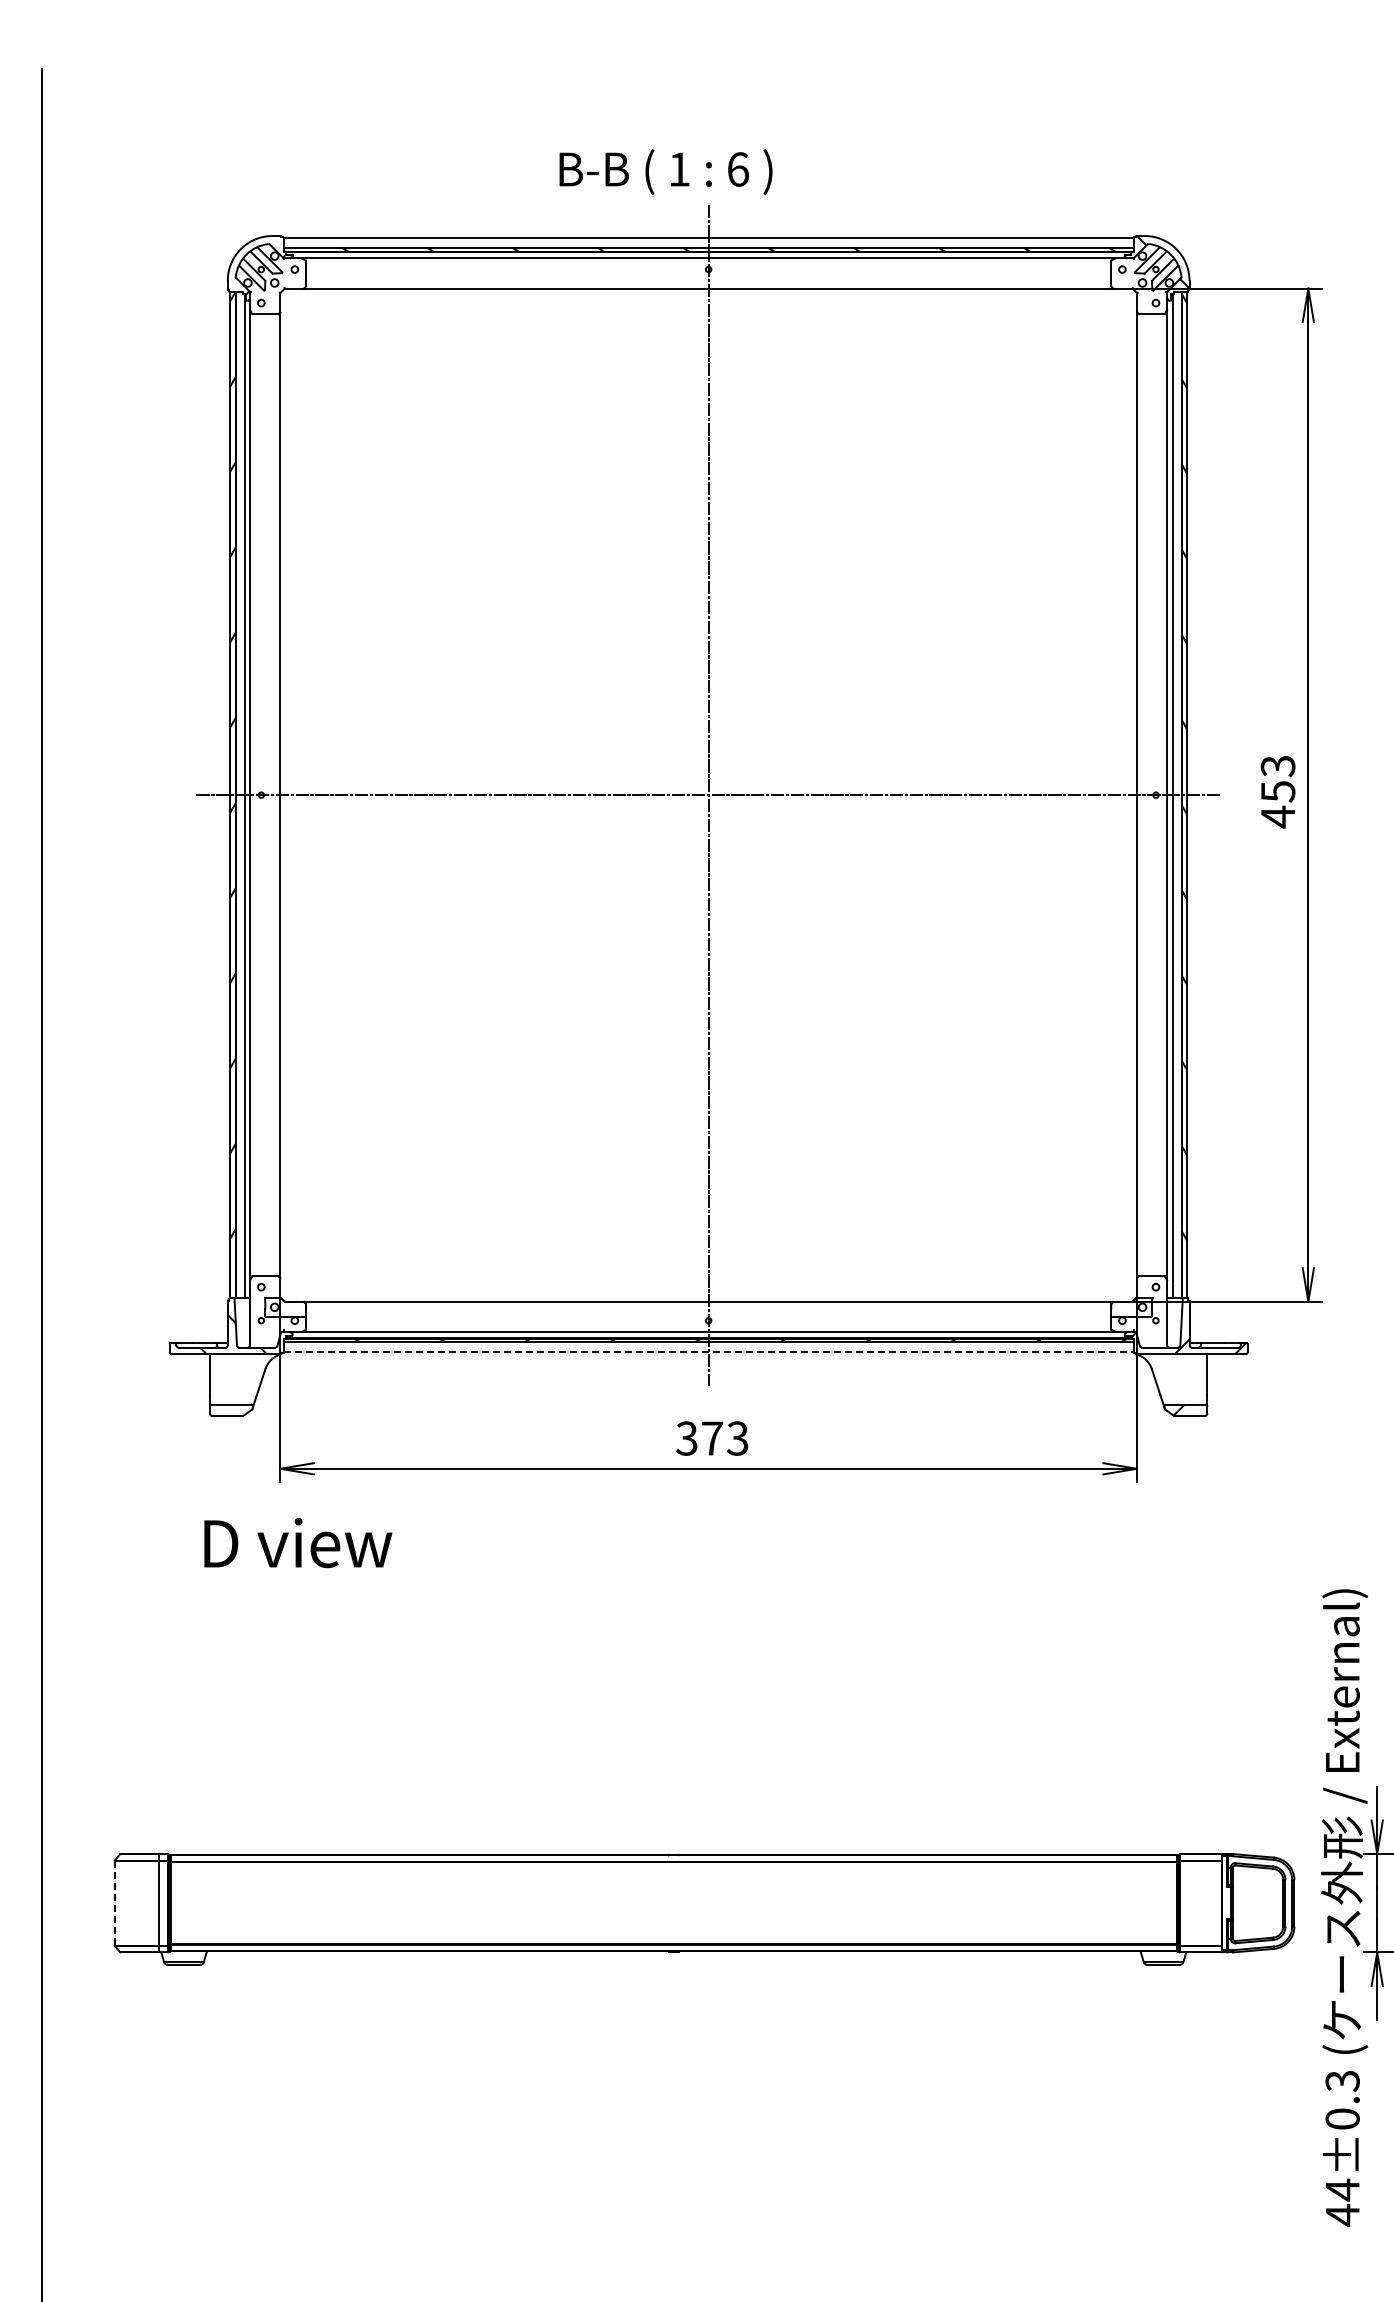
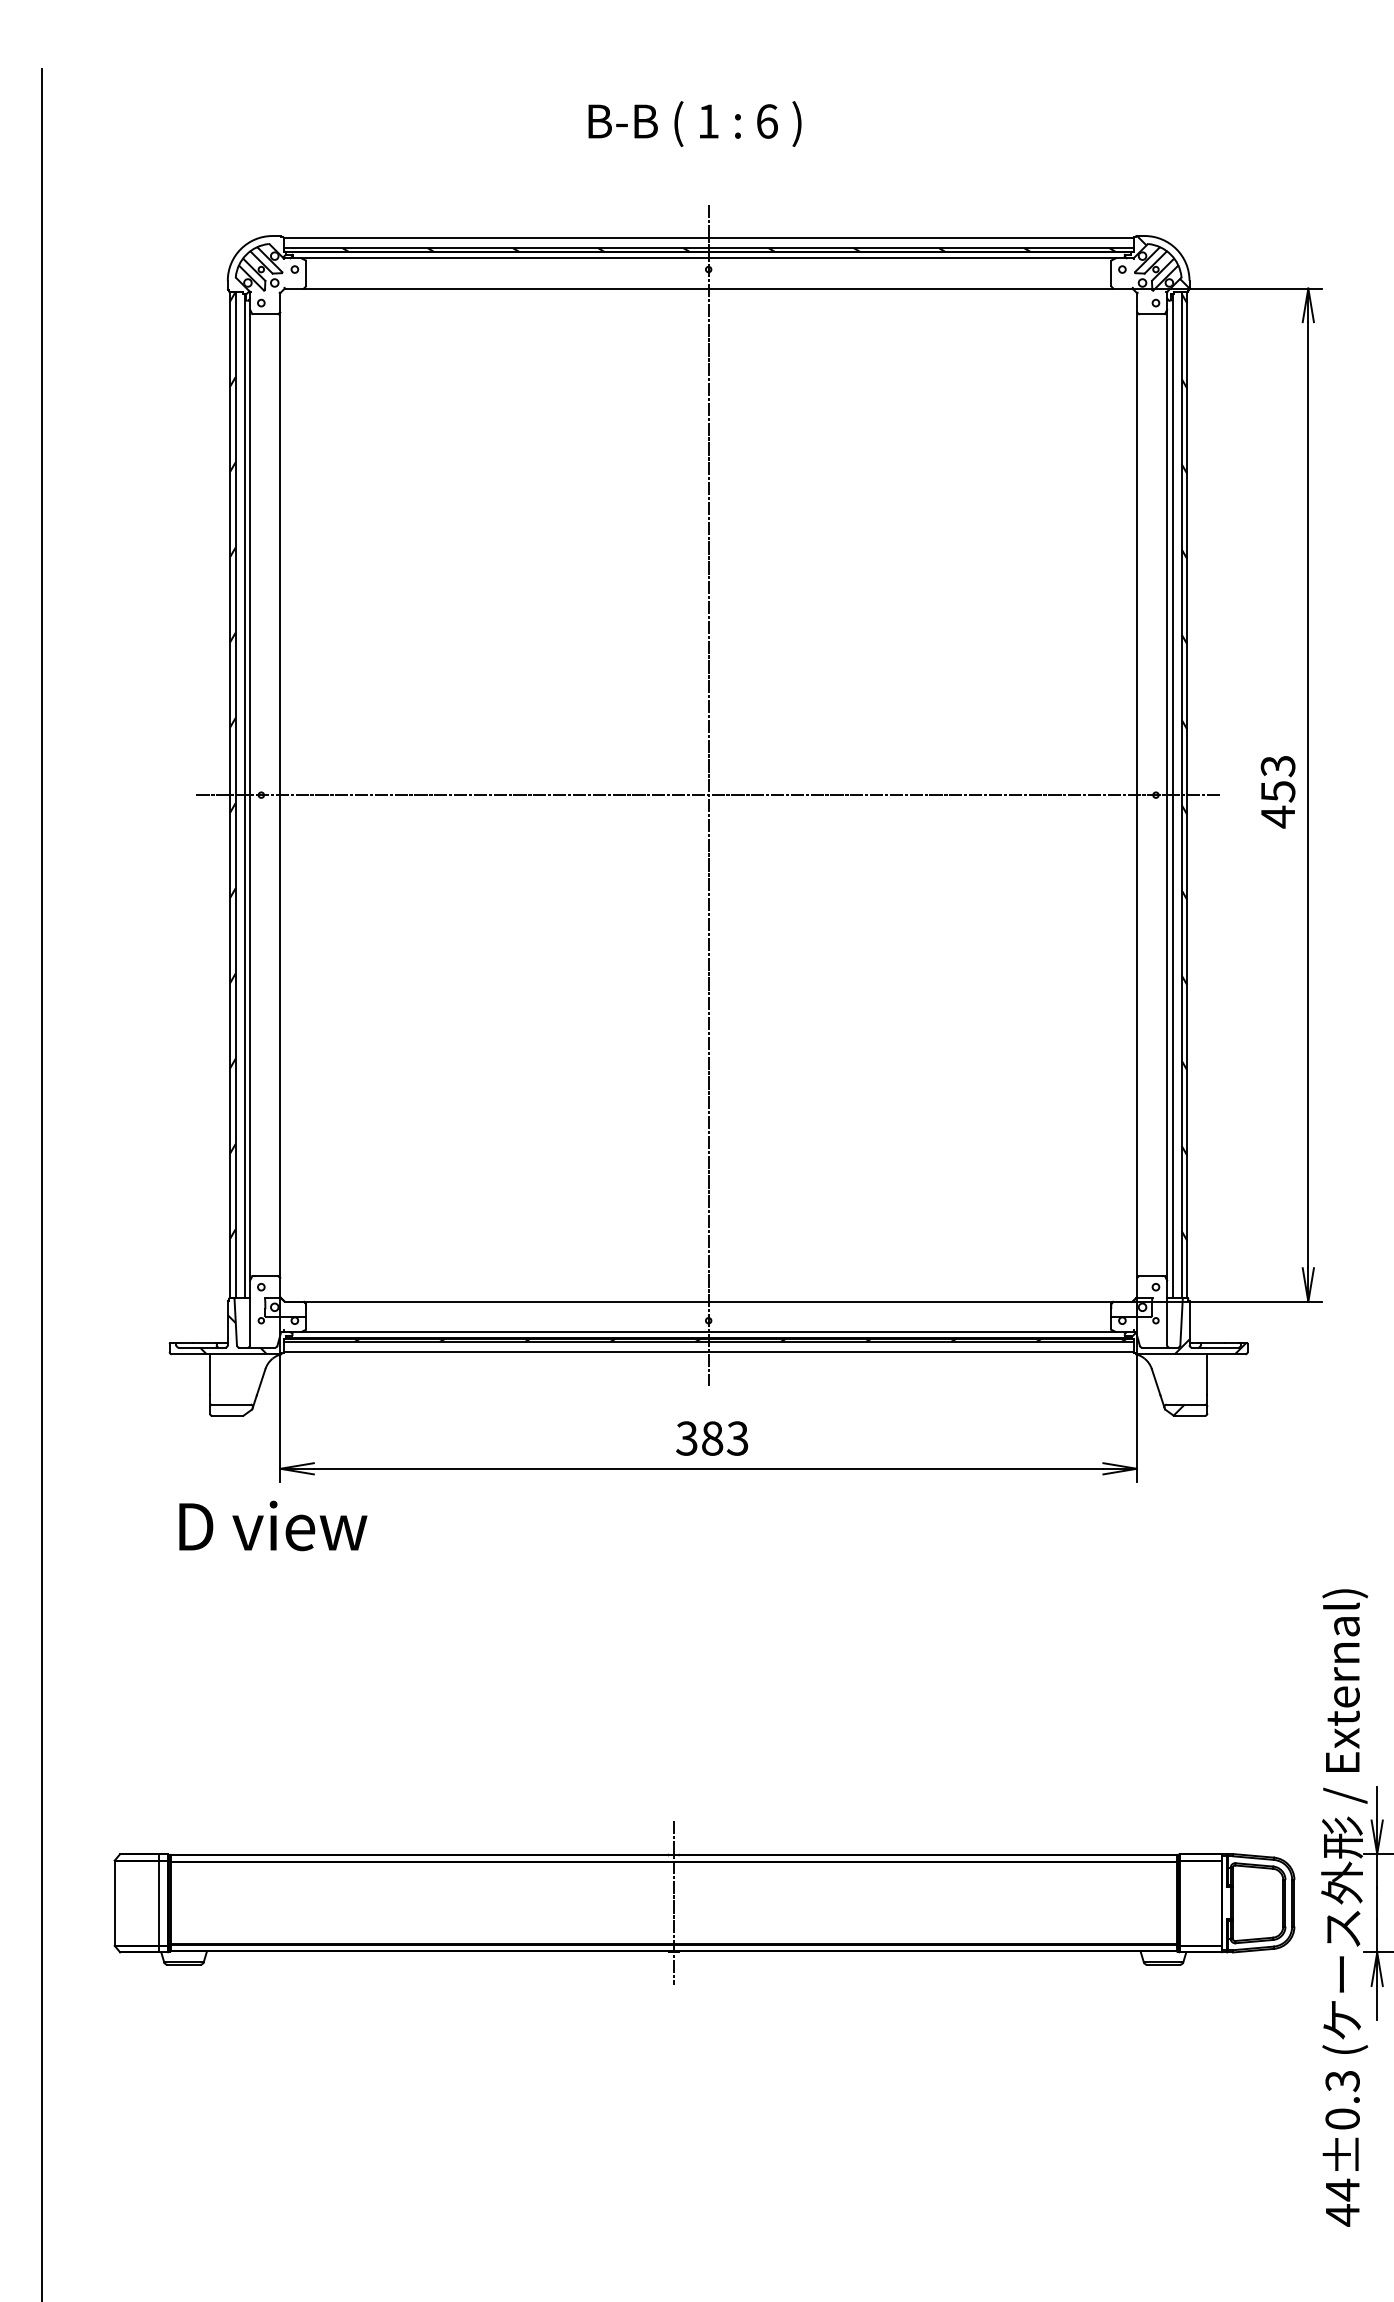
text at (665, 171) position: (665, 171) -> (694, 123)
line at (708, 1352): dashed -> solid
text at (712, 1438): 373 -> 383
text at (298, 1542) position: (298, 1542) -> (273, 1525)
line at (114, 1903): dashed -> solid
line at (673, 1903): none -> present
